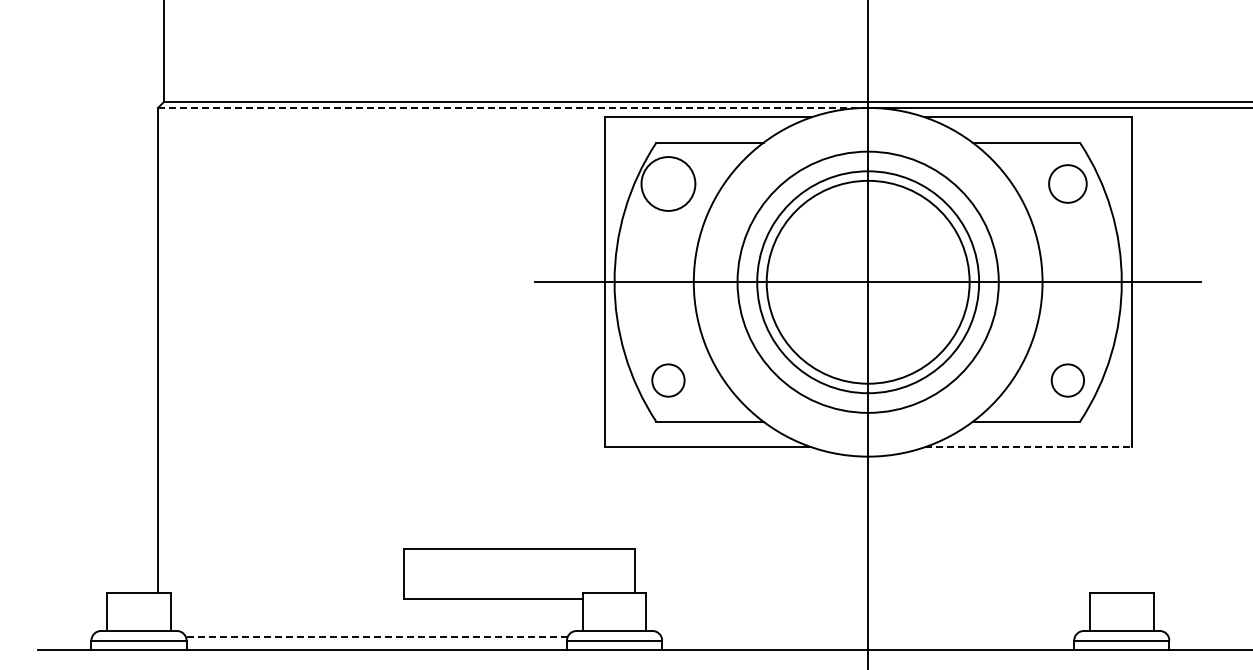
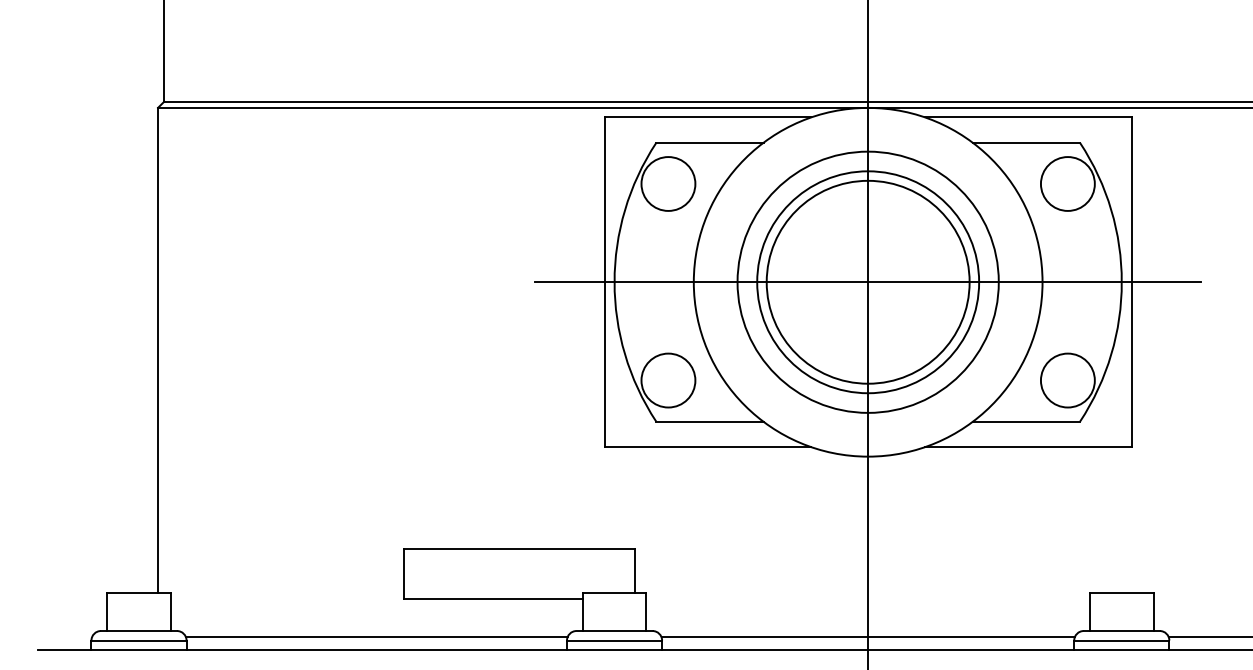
line at (513, 107): dashed -> solid
circle at (1067, 183) diameter: 38 px -> 54 px
circle at (668, 380) diameter: 32 px -> 54 px
circle at (1067, 380) diameter: 32 px -> 54 px
line at (1028, 447): dashed -> solid
line at (376, 637): dashed -> solid
line at (867, 637): none -> present
line at (1208, 637): none -> present
